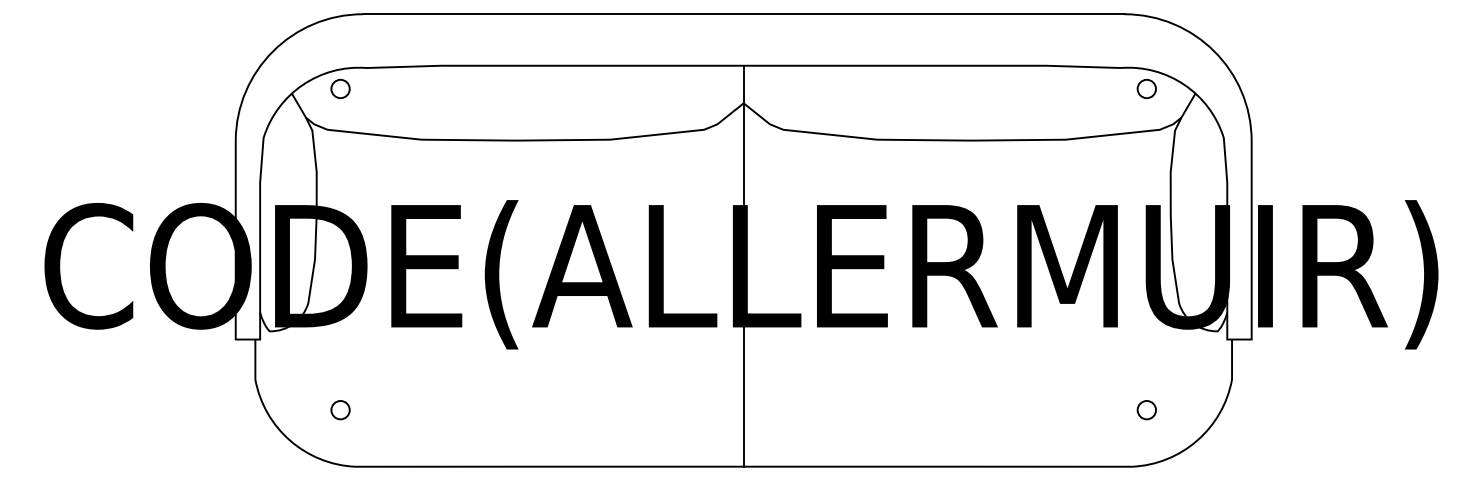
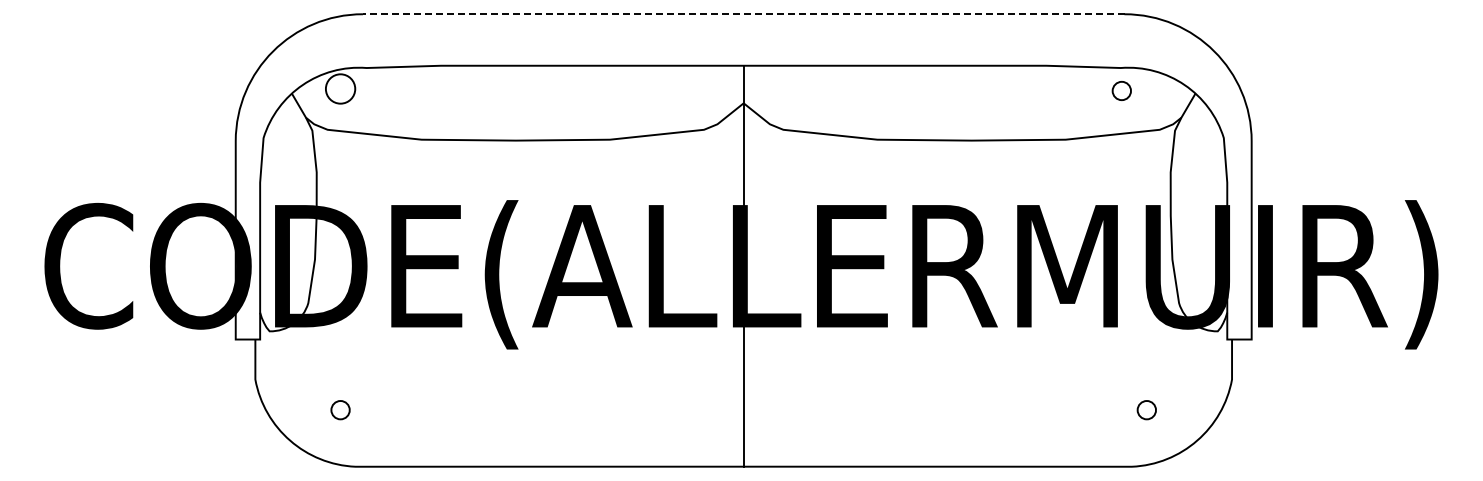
line at (743, 14): solid -> dashed
circle at (340, 88) diameter: 18 px -> 29 px
circle at (1146, 88) position: (1146, 88) -> (1121, 90)
